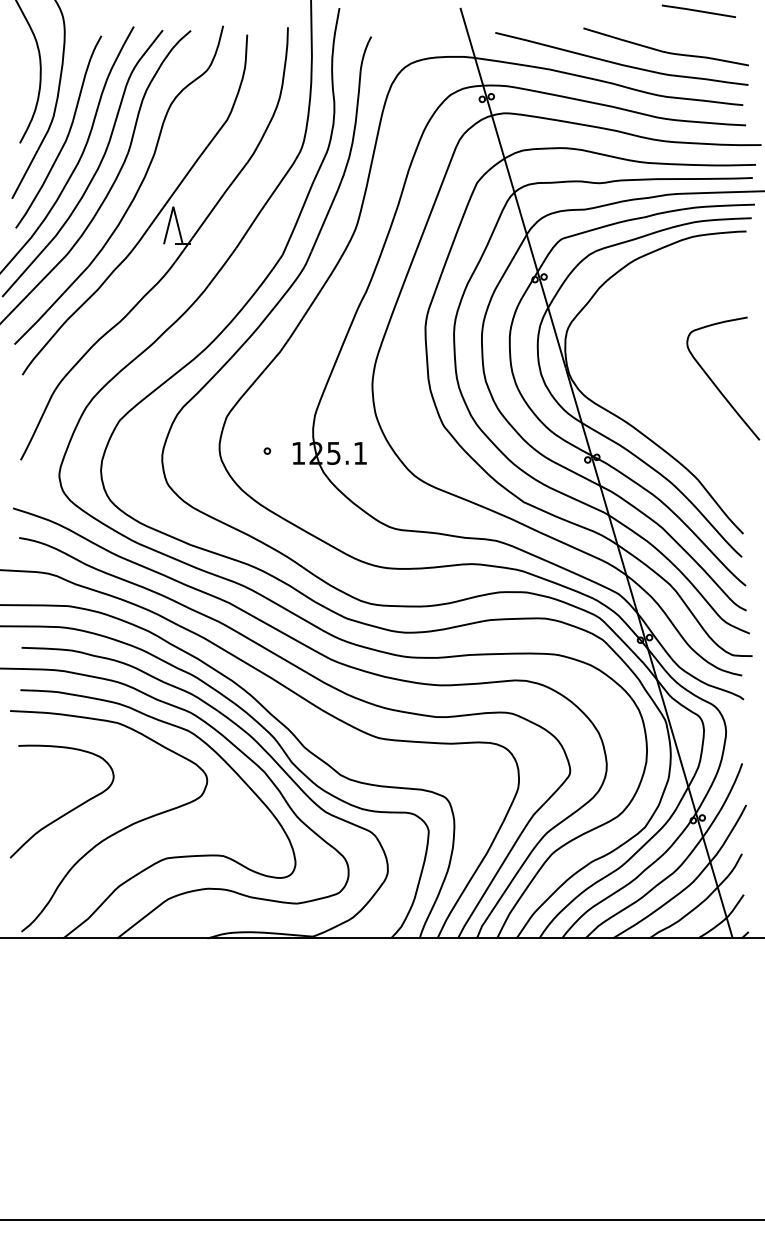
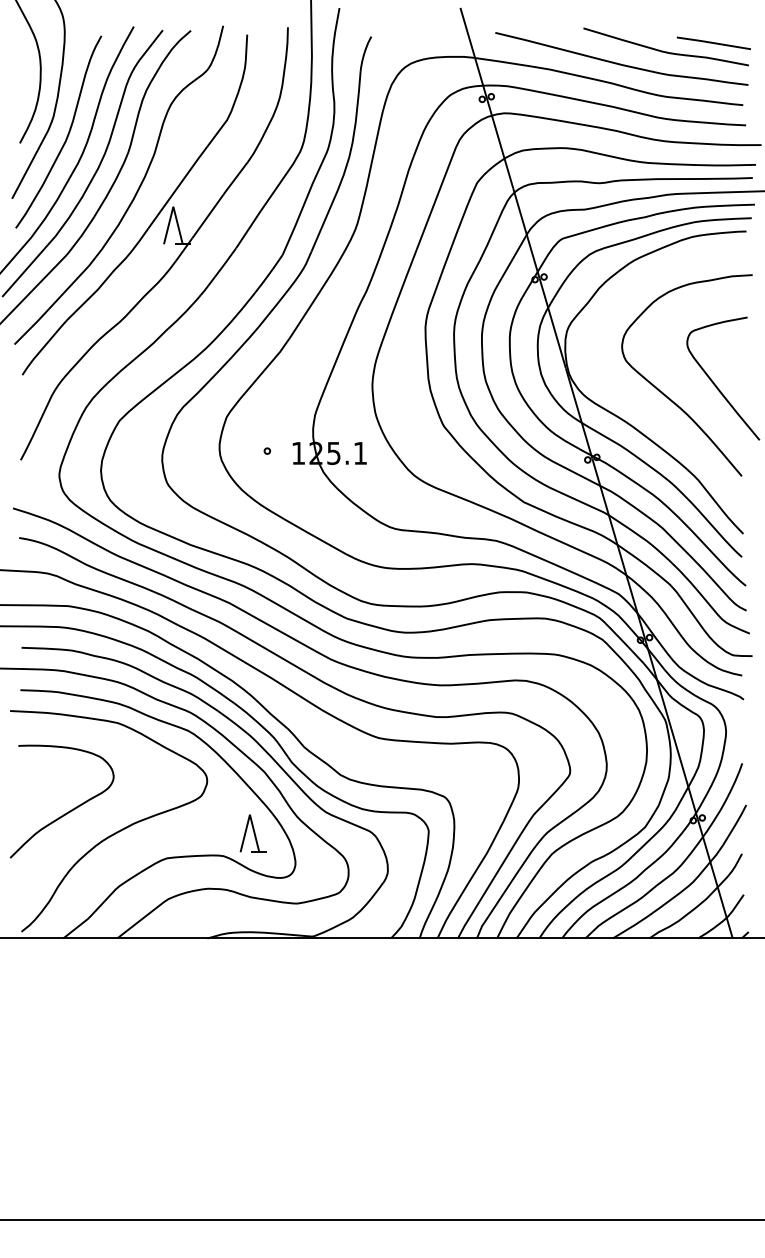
line at (698, 11) position: (698, 11) -> (713, 43)
curve at (669, 397): none -> present
part at (252, 833): none -> present
